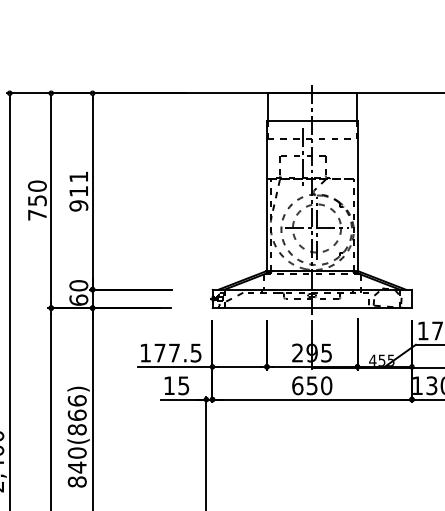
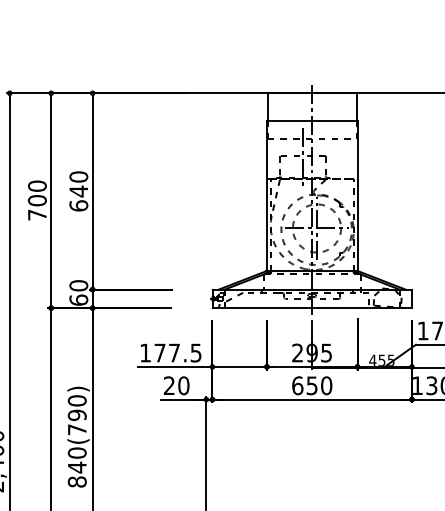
text at (78, 191): 911 -> 640
text at (37, 200): 750 -> 700
text at (176, 385): 15 -> 20
text at (76, 415): 840(866) -> 840(790)
